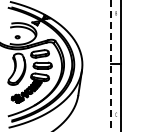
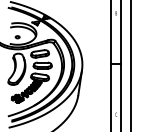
line at (110, 65): dashed -> solid
line at (131, 65): none -> present
